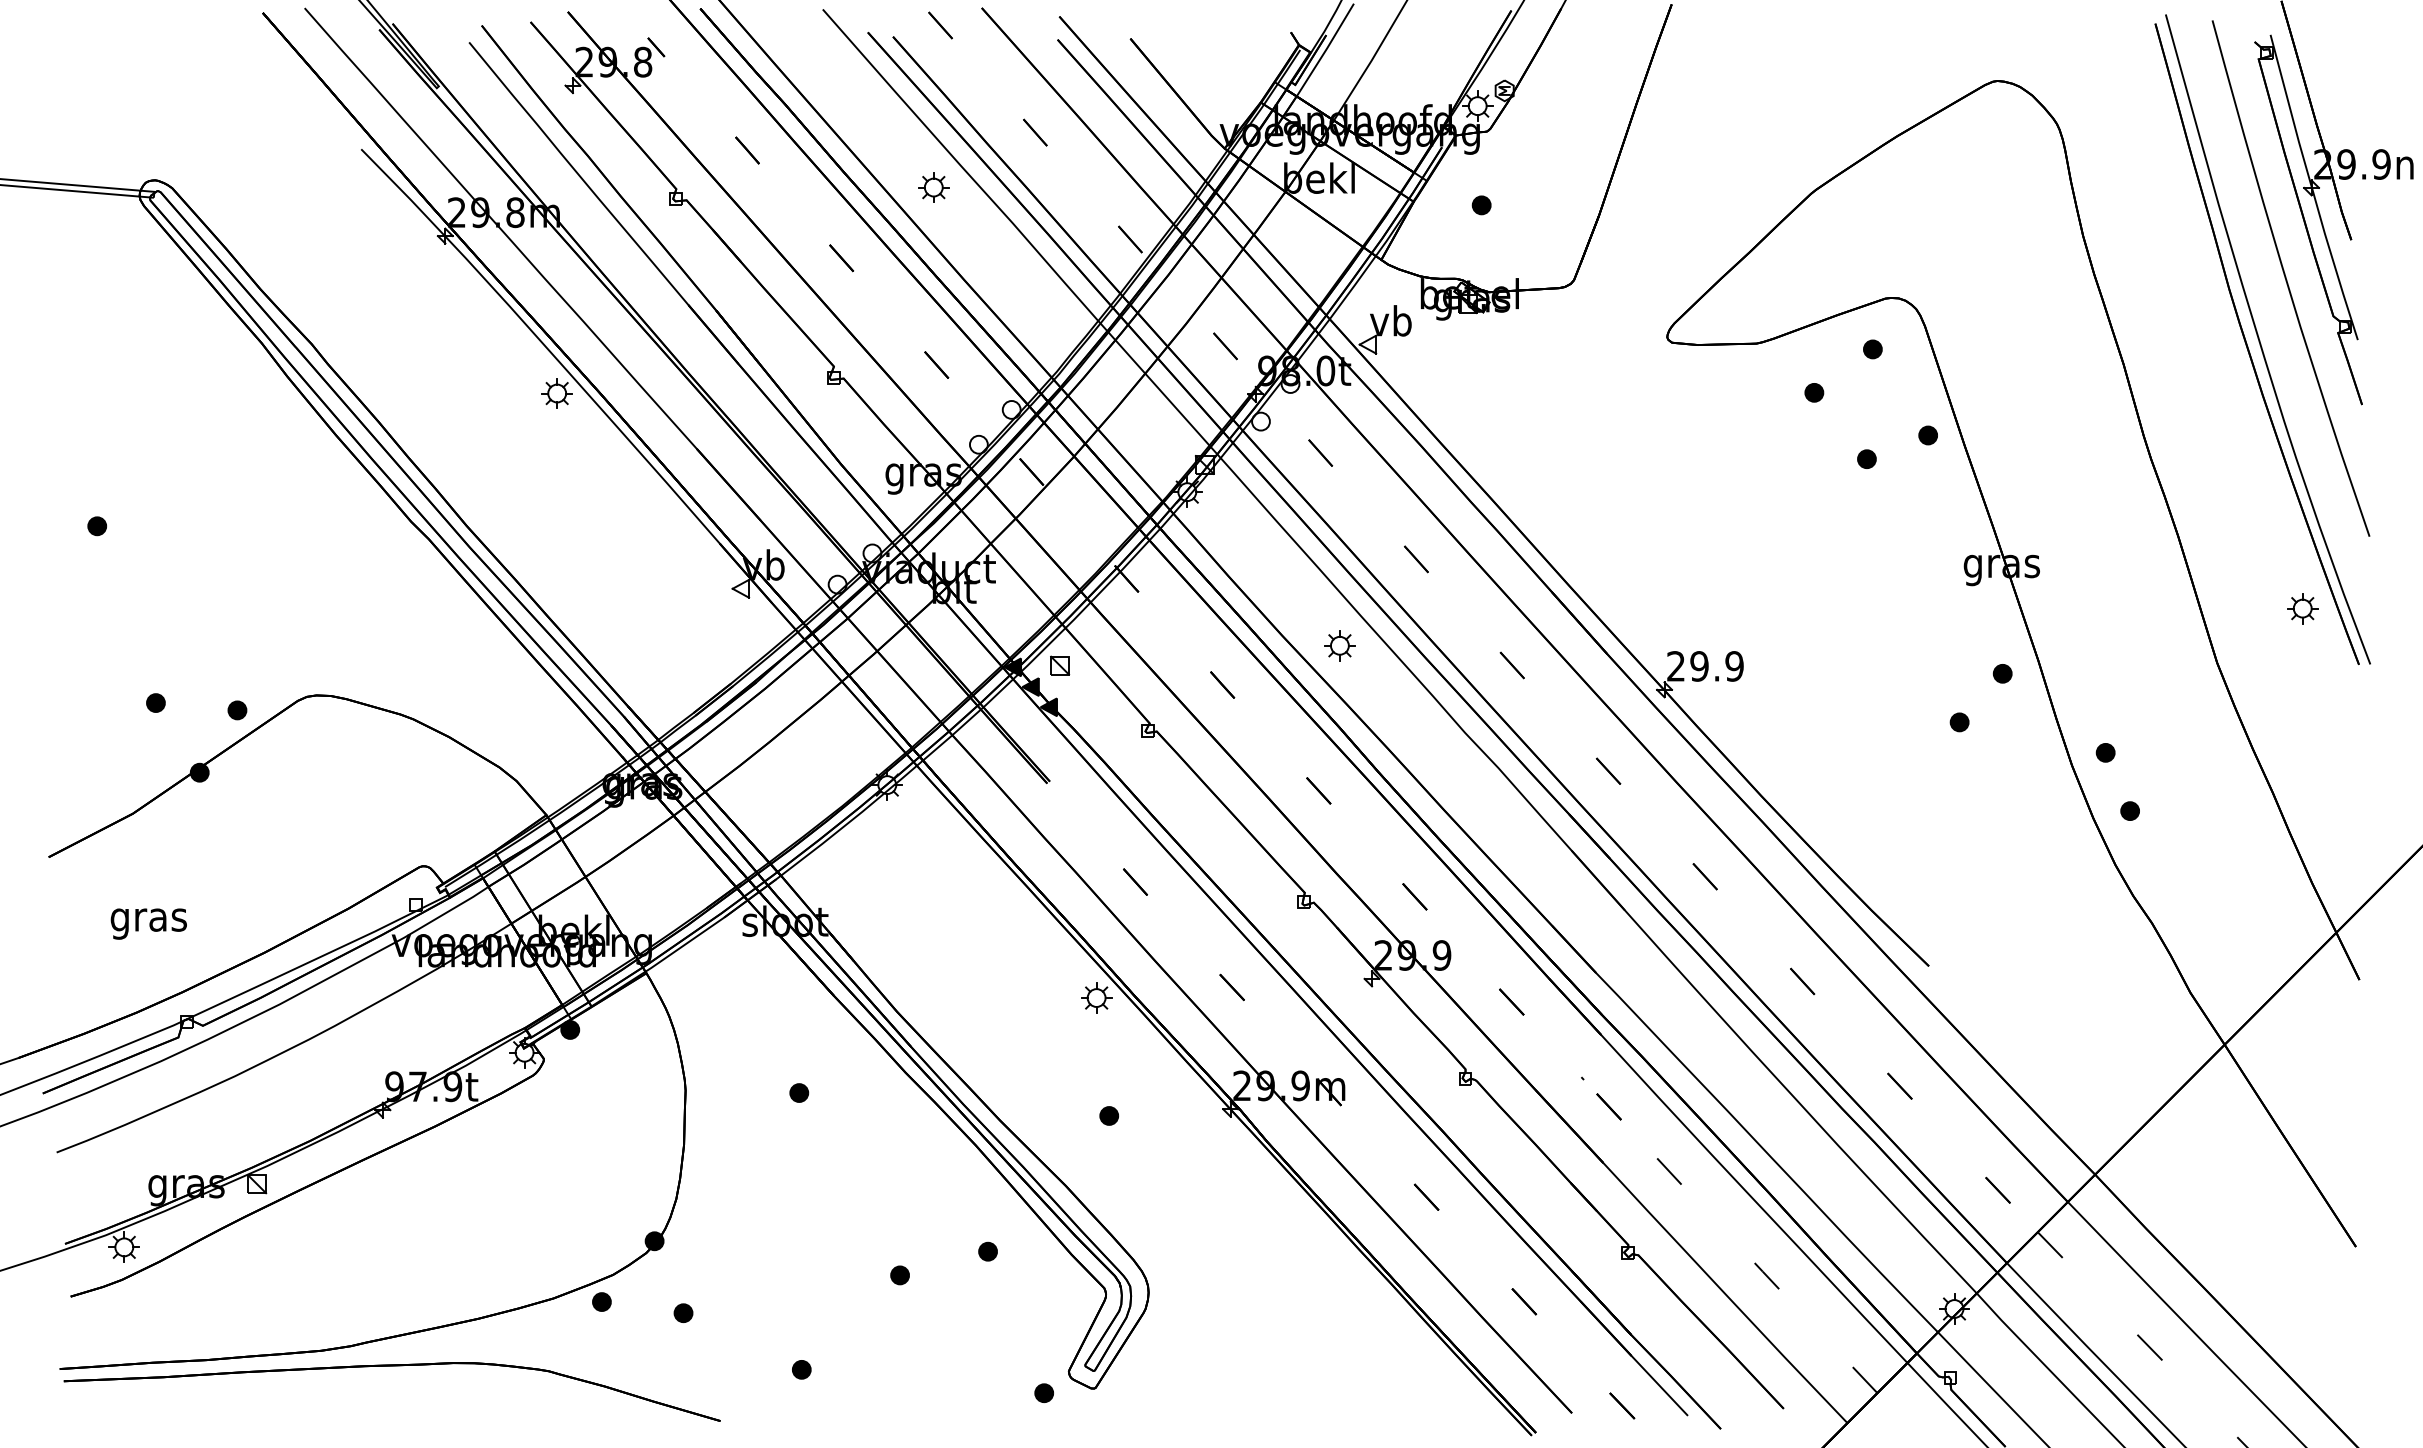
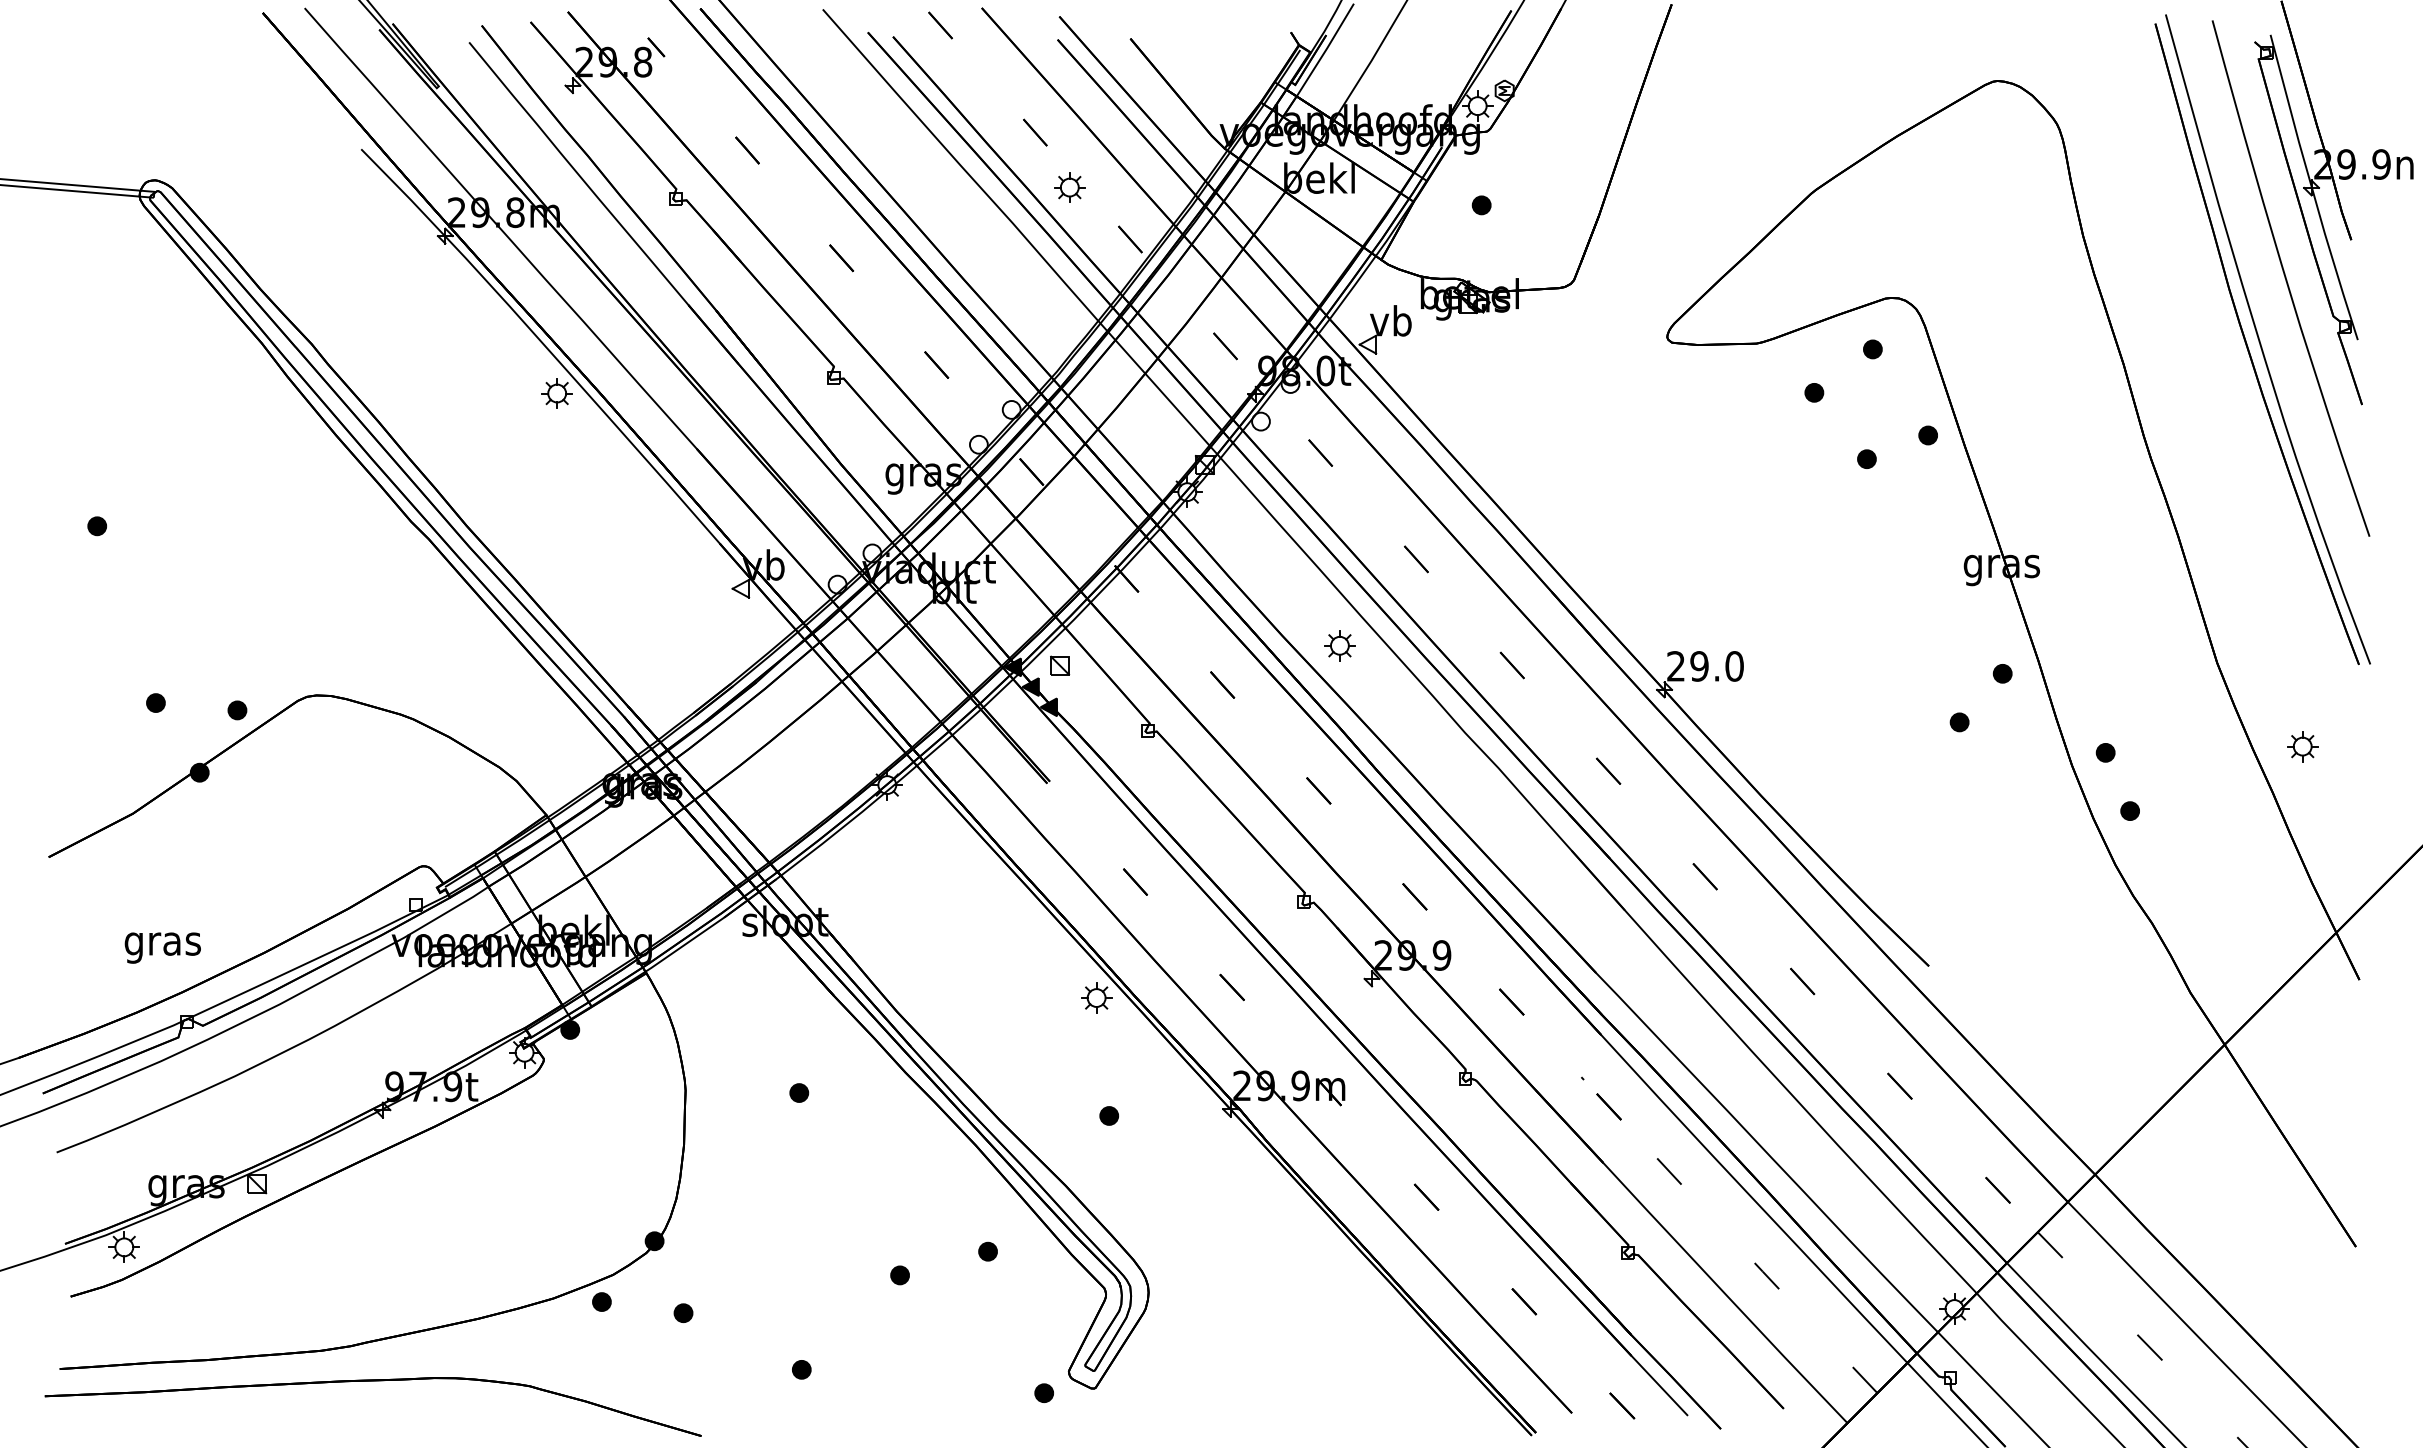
part at (933, 187) position: (933, 187) -> (1069, 187)
part at (2302, 608) position: (2302, 608) -> (2302, 746)
text at (1734, 666): 29.9 -> 29.0
text at (148, 923) position: (148, 923) -> (162, 947)
part at (391, 1366) position: (391, 1366) -> (372, 1381)
